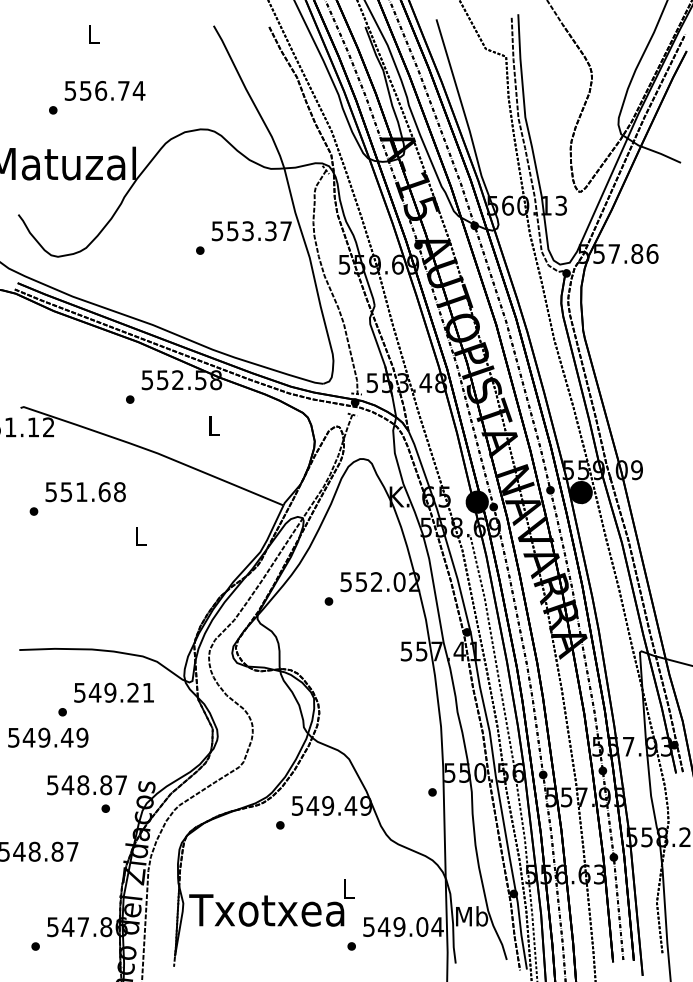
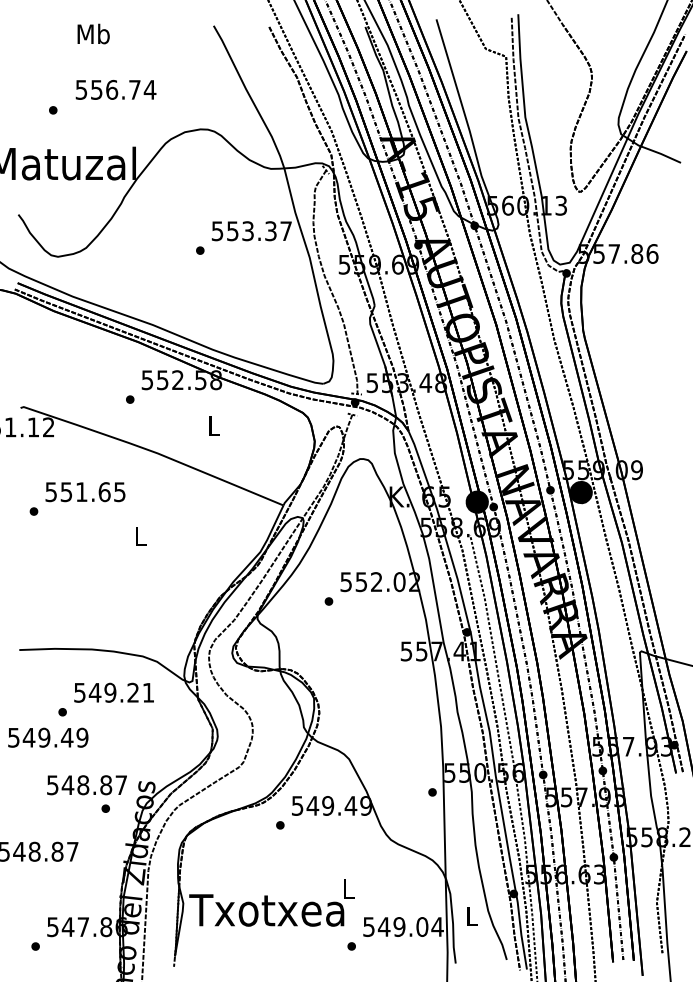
text at (93, 33): L -> Mb
text at (104, 90) position: (104, 90) -> (115, 89)
text at (119, 492): 551.68 -> 551.65
text at (472, 916): Mb -> L
